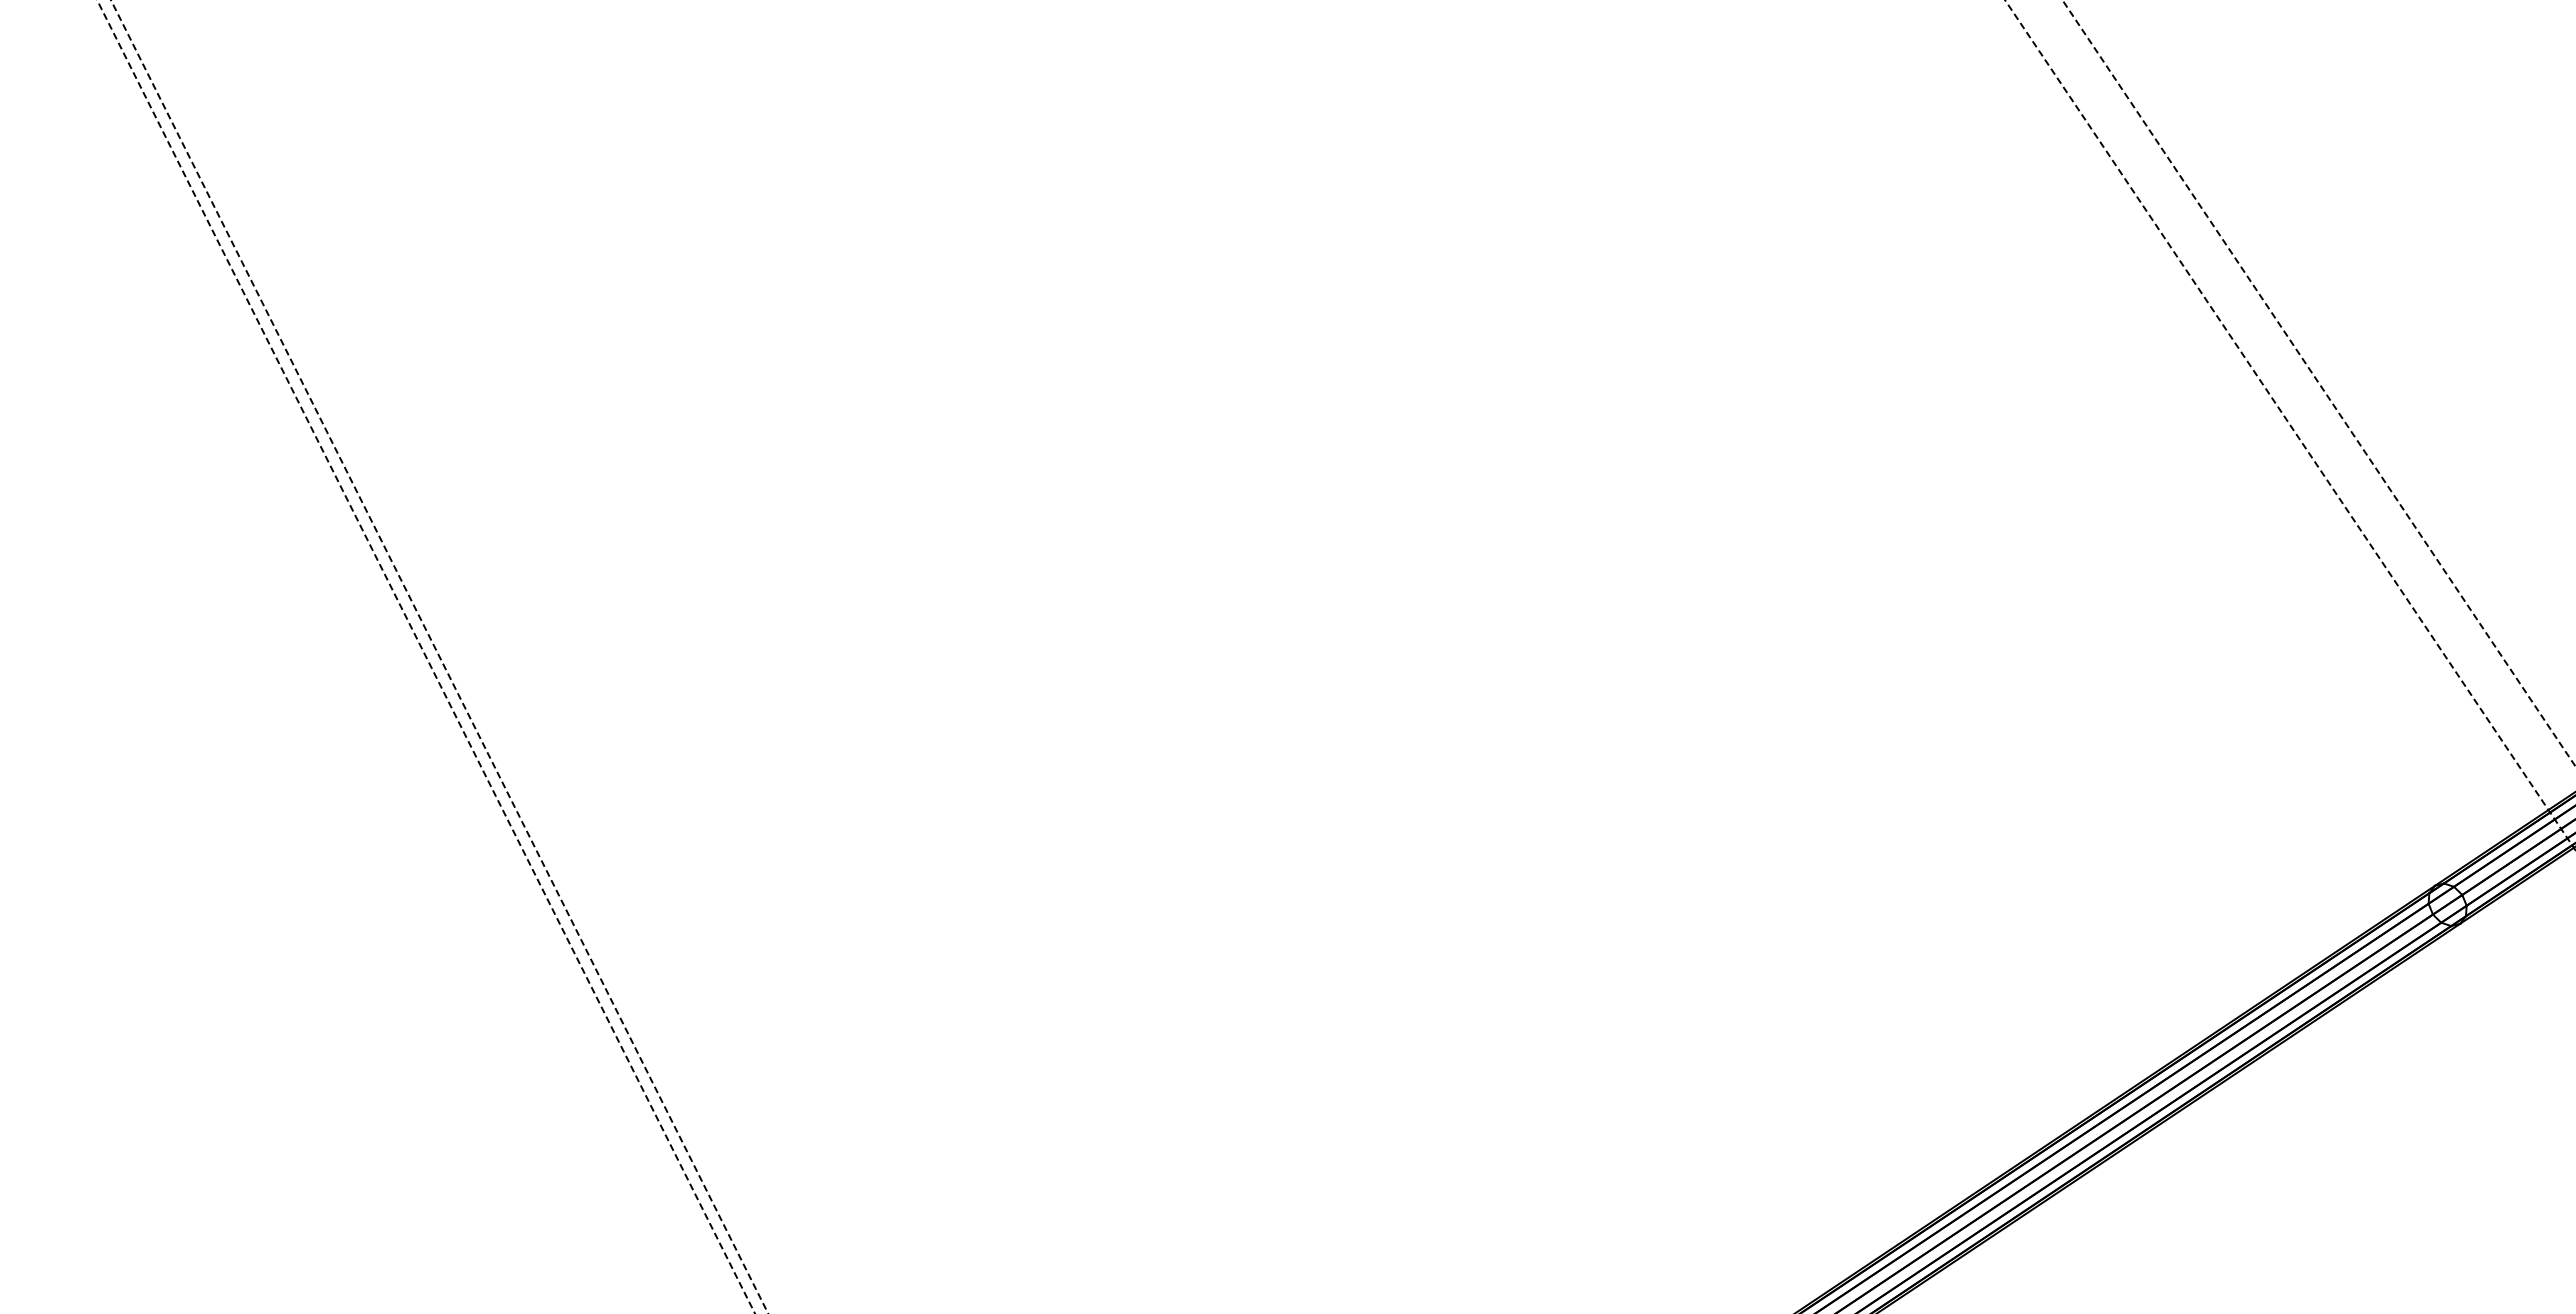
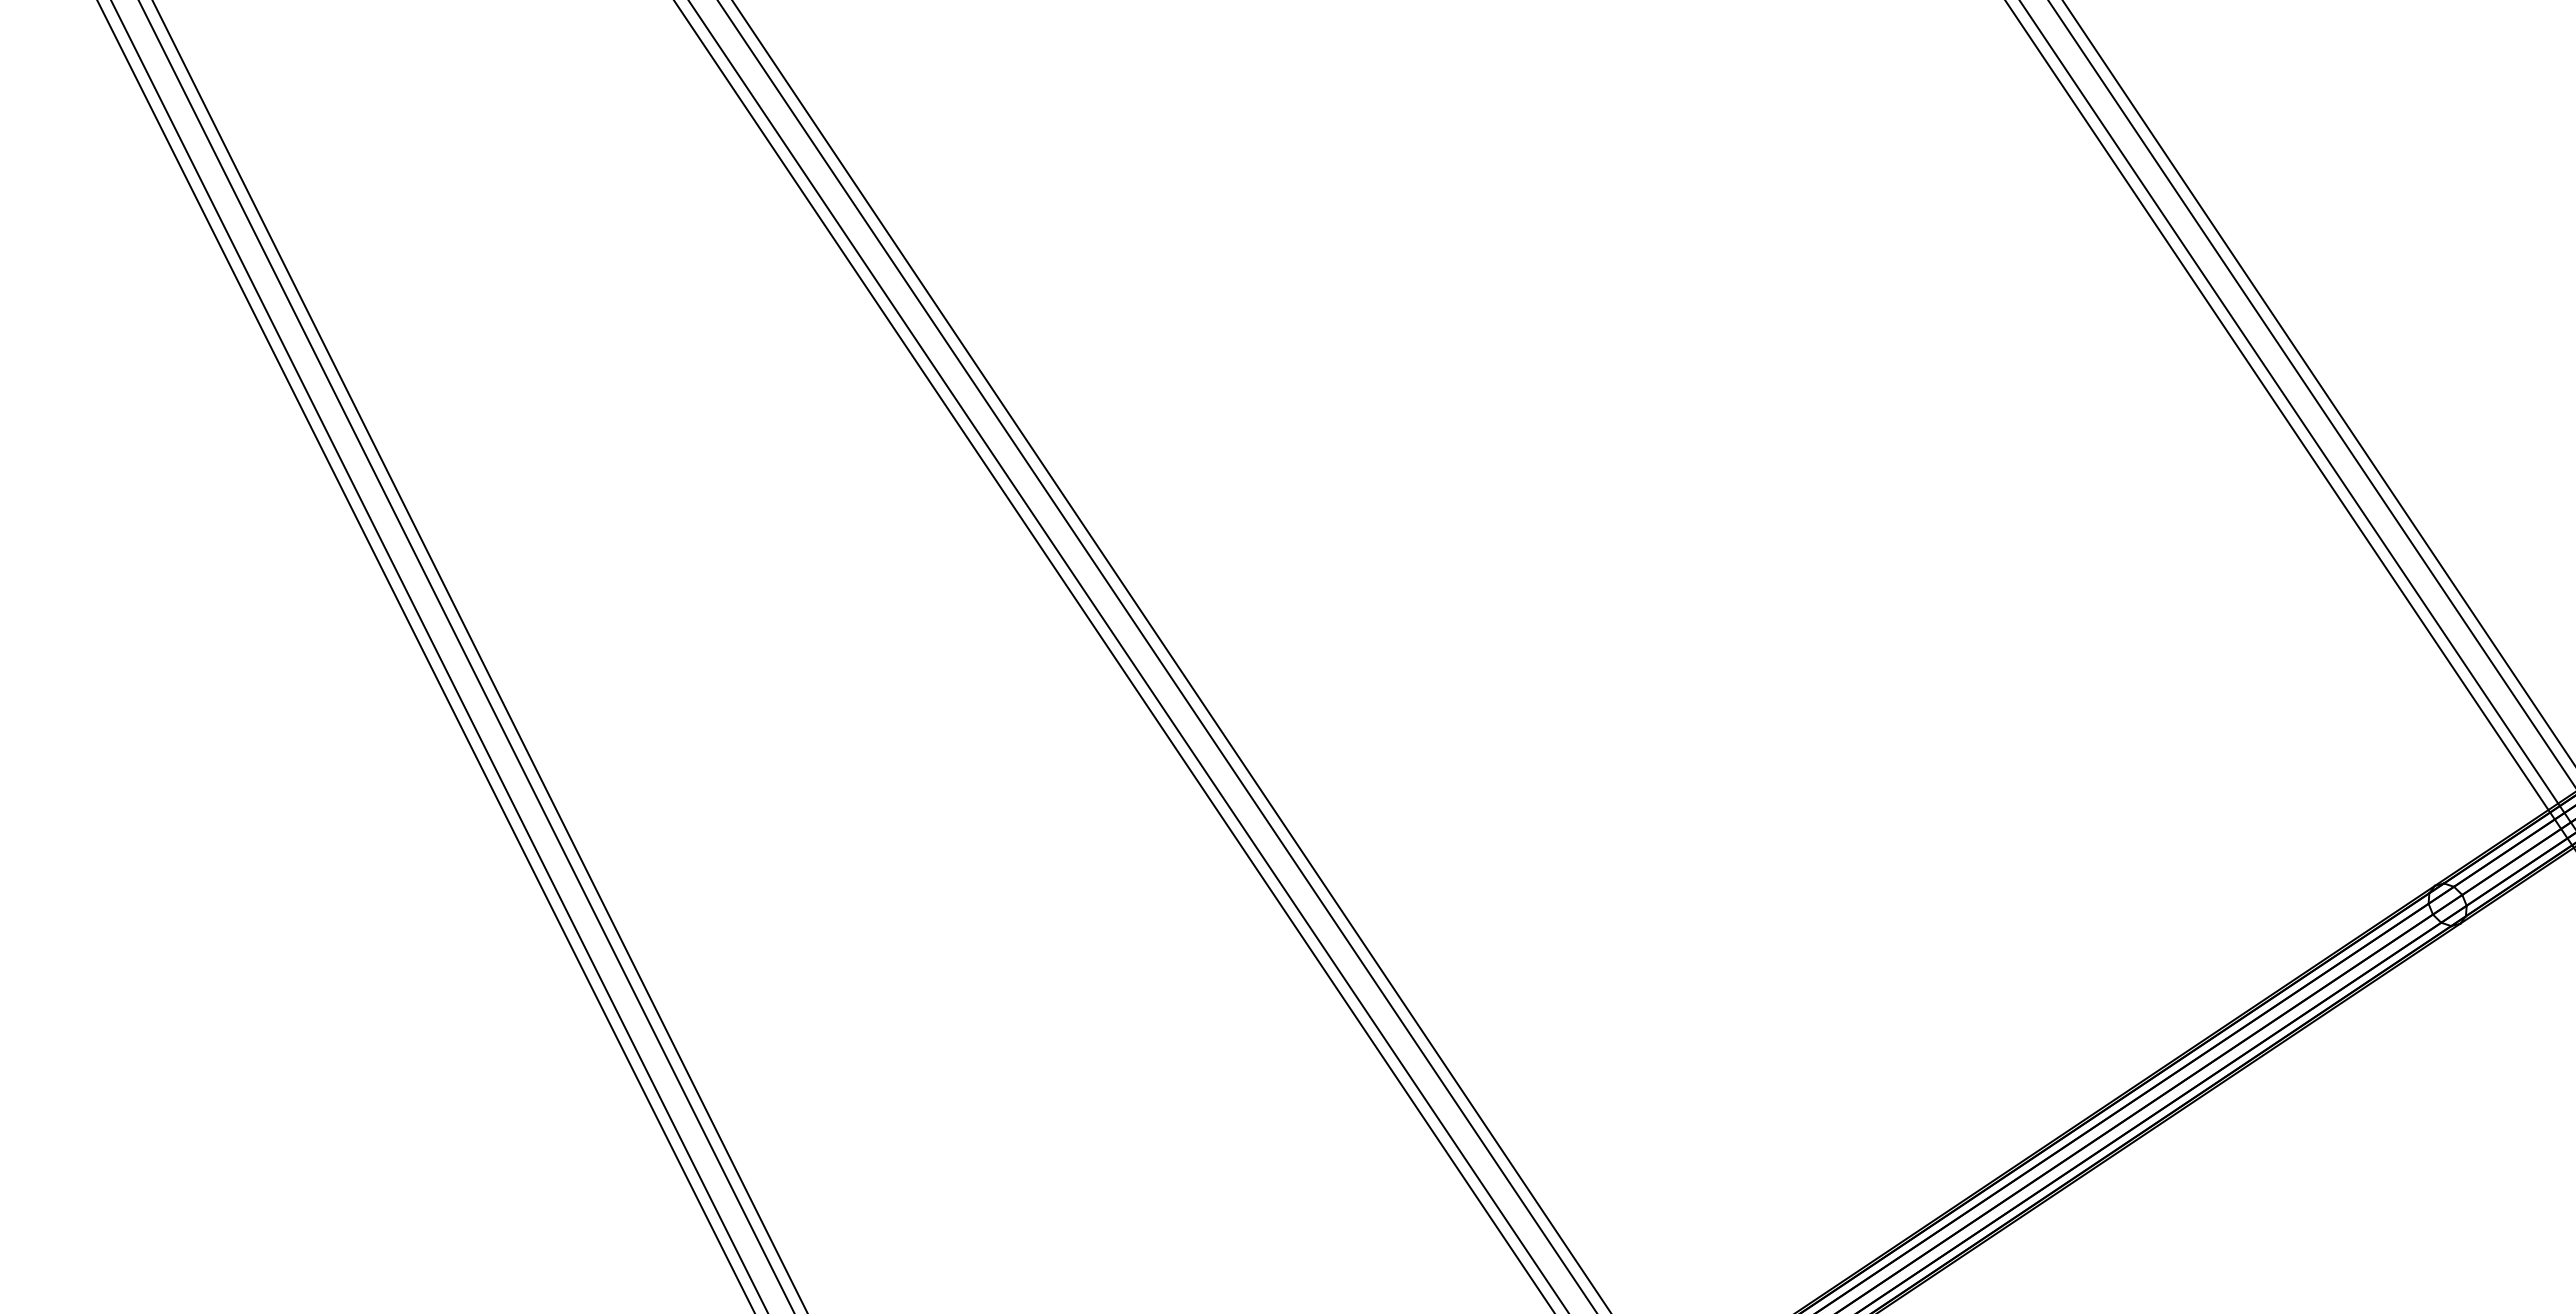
line at (2319, 383): dashed -> solid
line at (2310, 392): none -> present
line at (2296, 413): none -> present
line at (2290, 425): dashed -> solid
line at (426, 656): dashed -> solid
line at (439, 656): dashed -> solid
line at (466, 656): none -> present
line at (479, 656): none -> present
line at (1113, 656): none -> present
line at (1128, 656): none -> present
line at (1157, 656): none -> present
line at (1171, 656): none -> present
